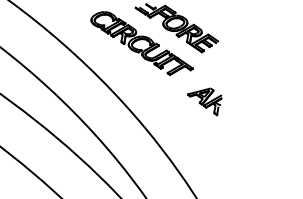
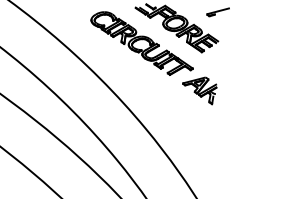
part at (217, 12): none -> present
part at (204, 101) position: (204, 101) -> (199, 90)
